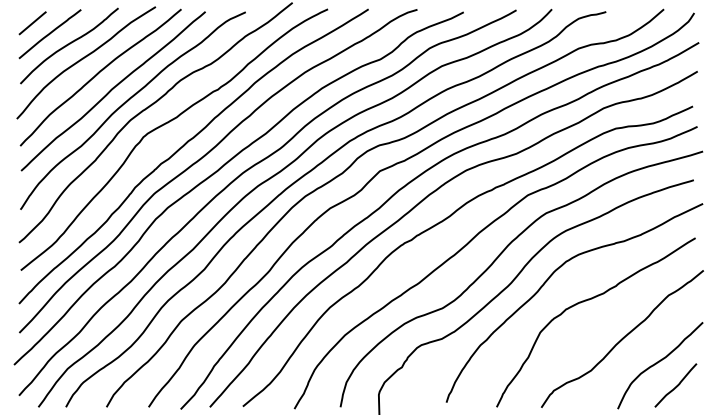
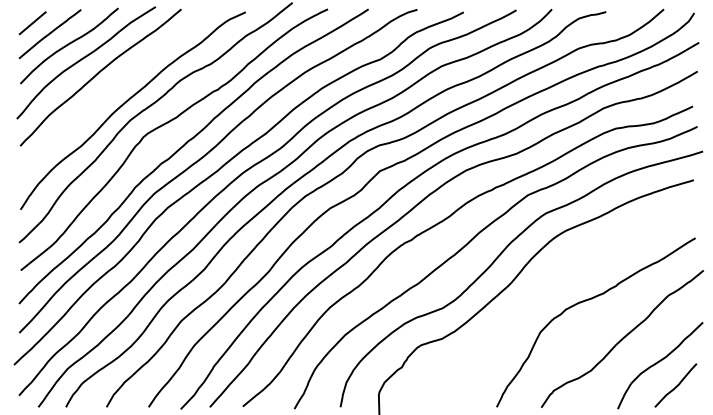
curve at (112, 90): present -> none
curve at (548, 280): present -> none
